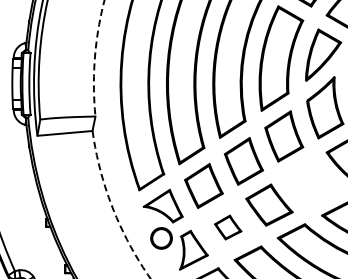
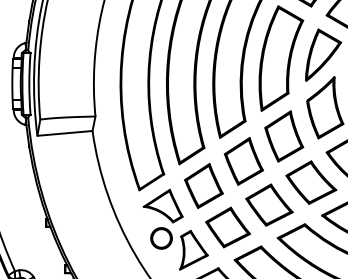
arc at (94, 58): dashed -> solid
part at (311, 182): none -> present
arc at (113, 209): dashed -> solid
part at (228, 227) size: 29x27 px -> 47x43 px
